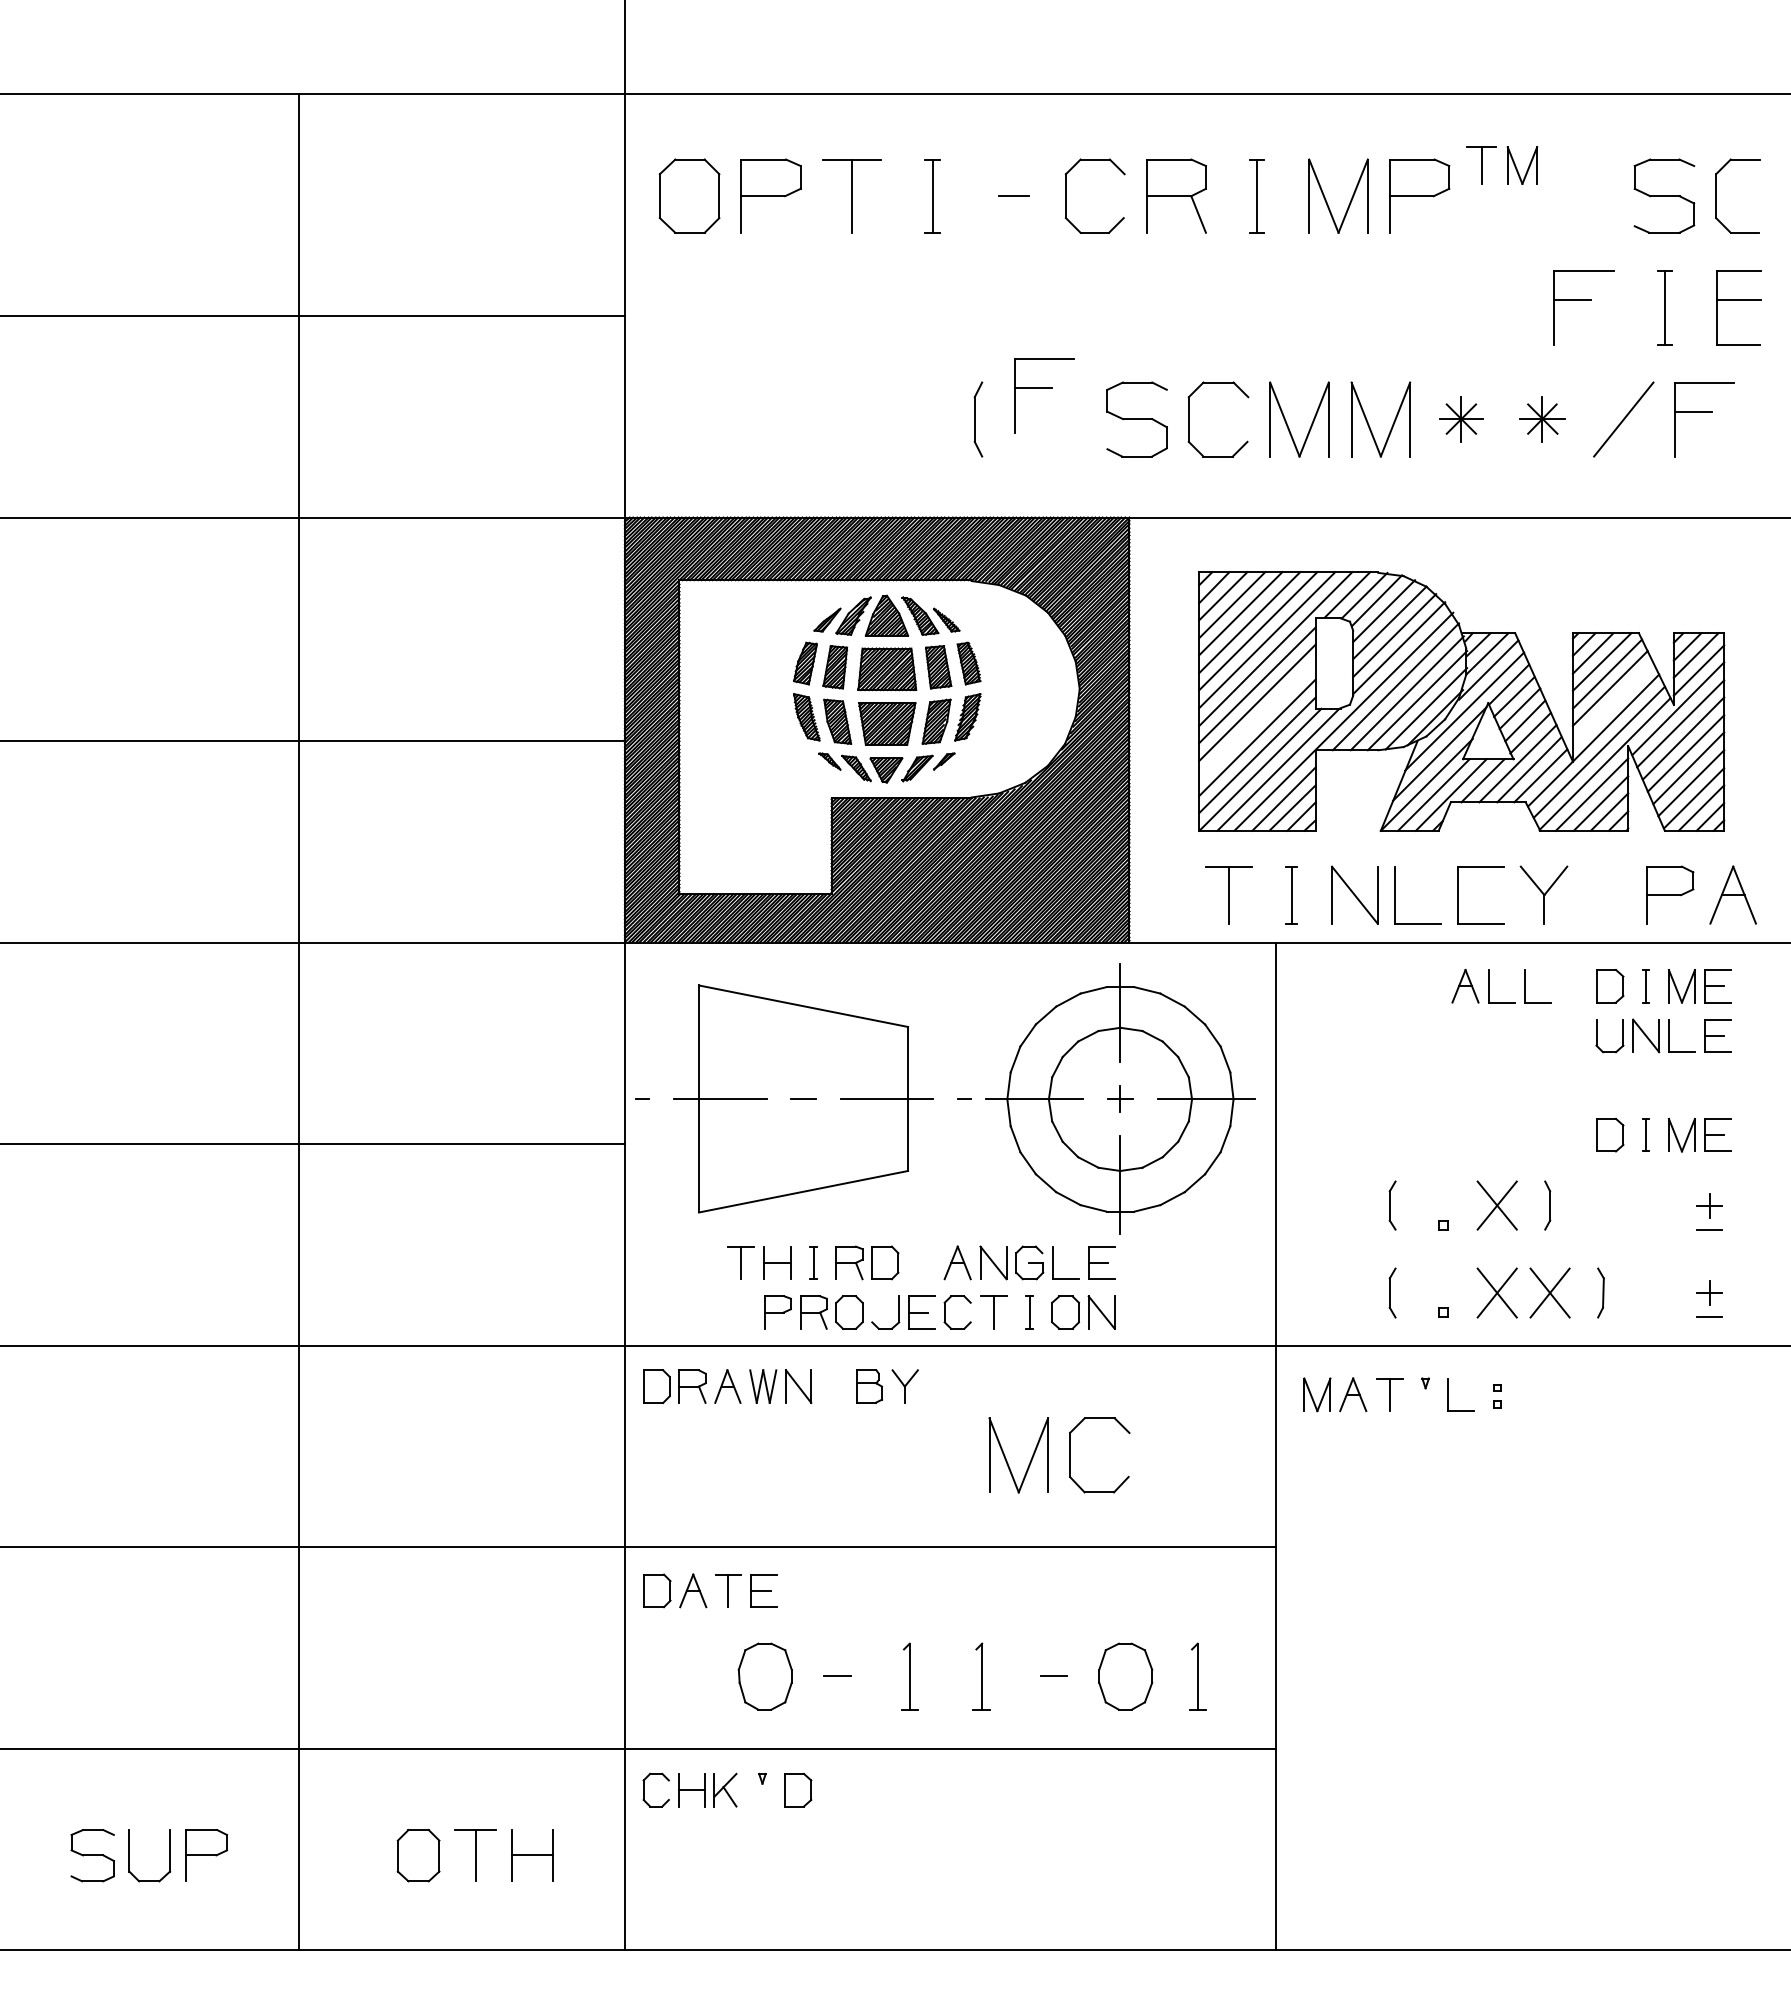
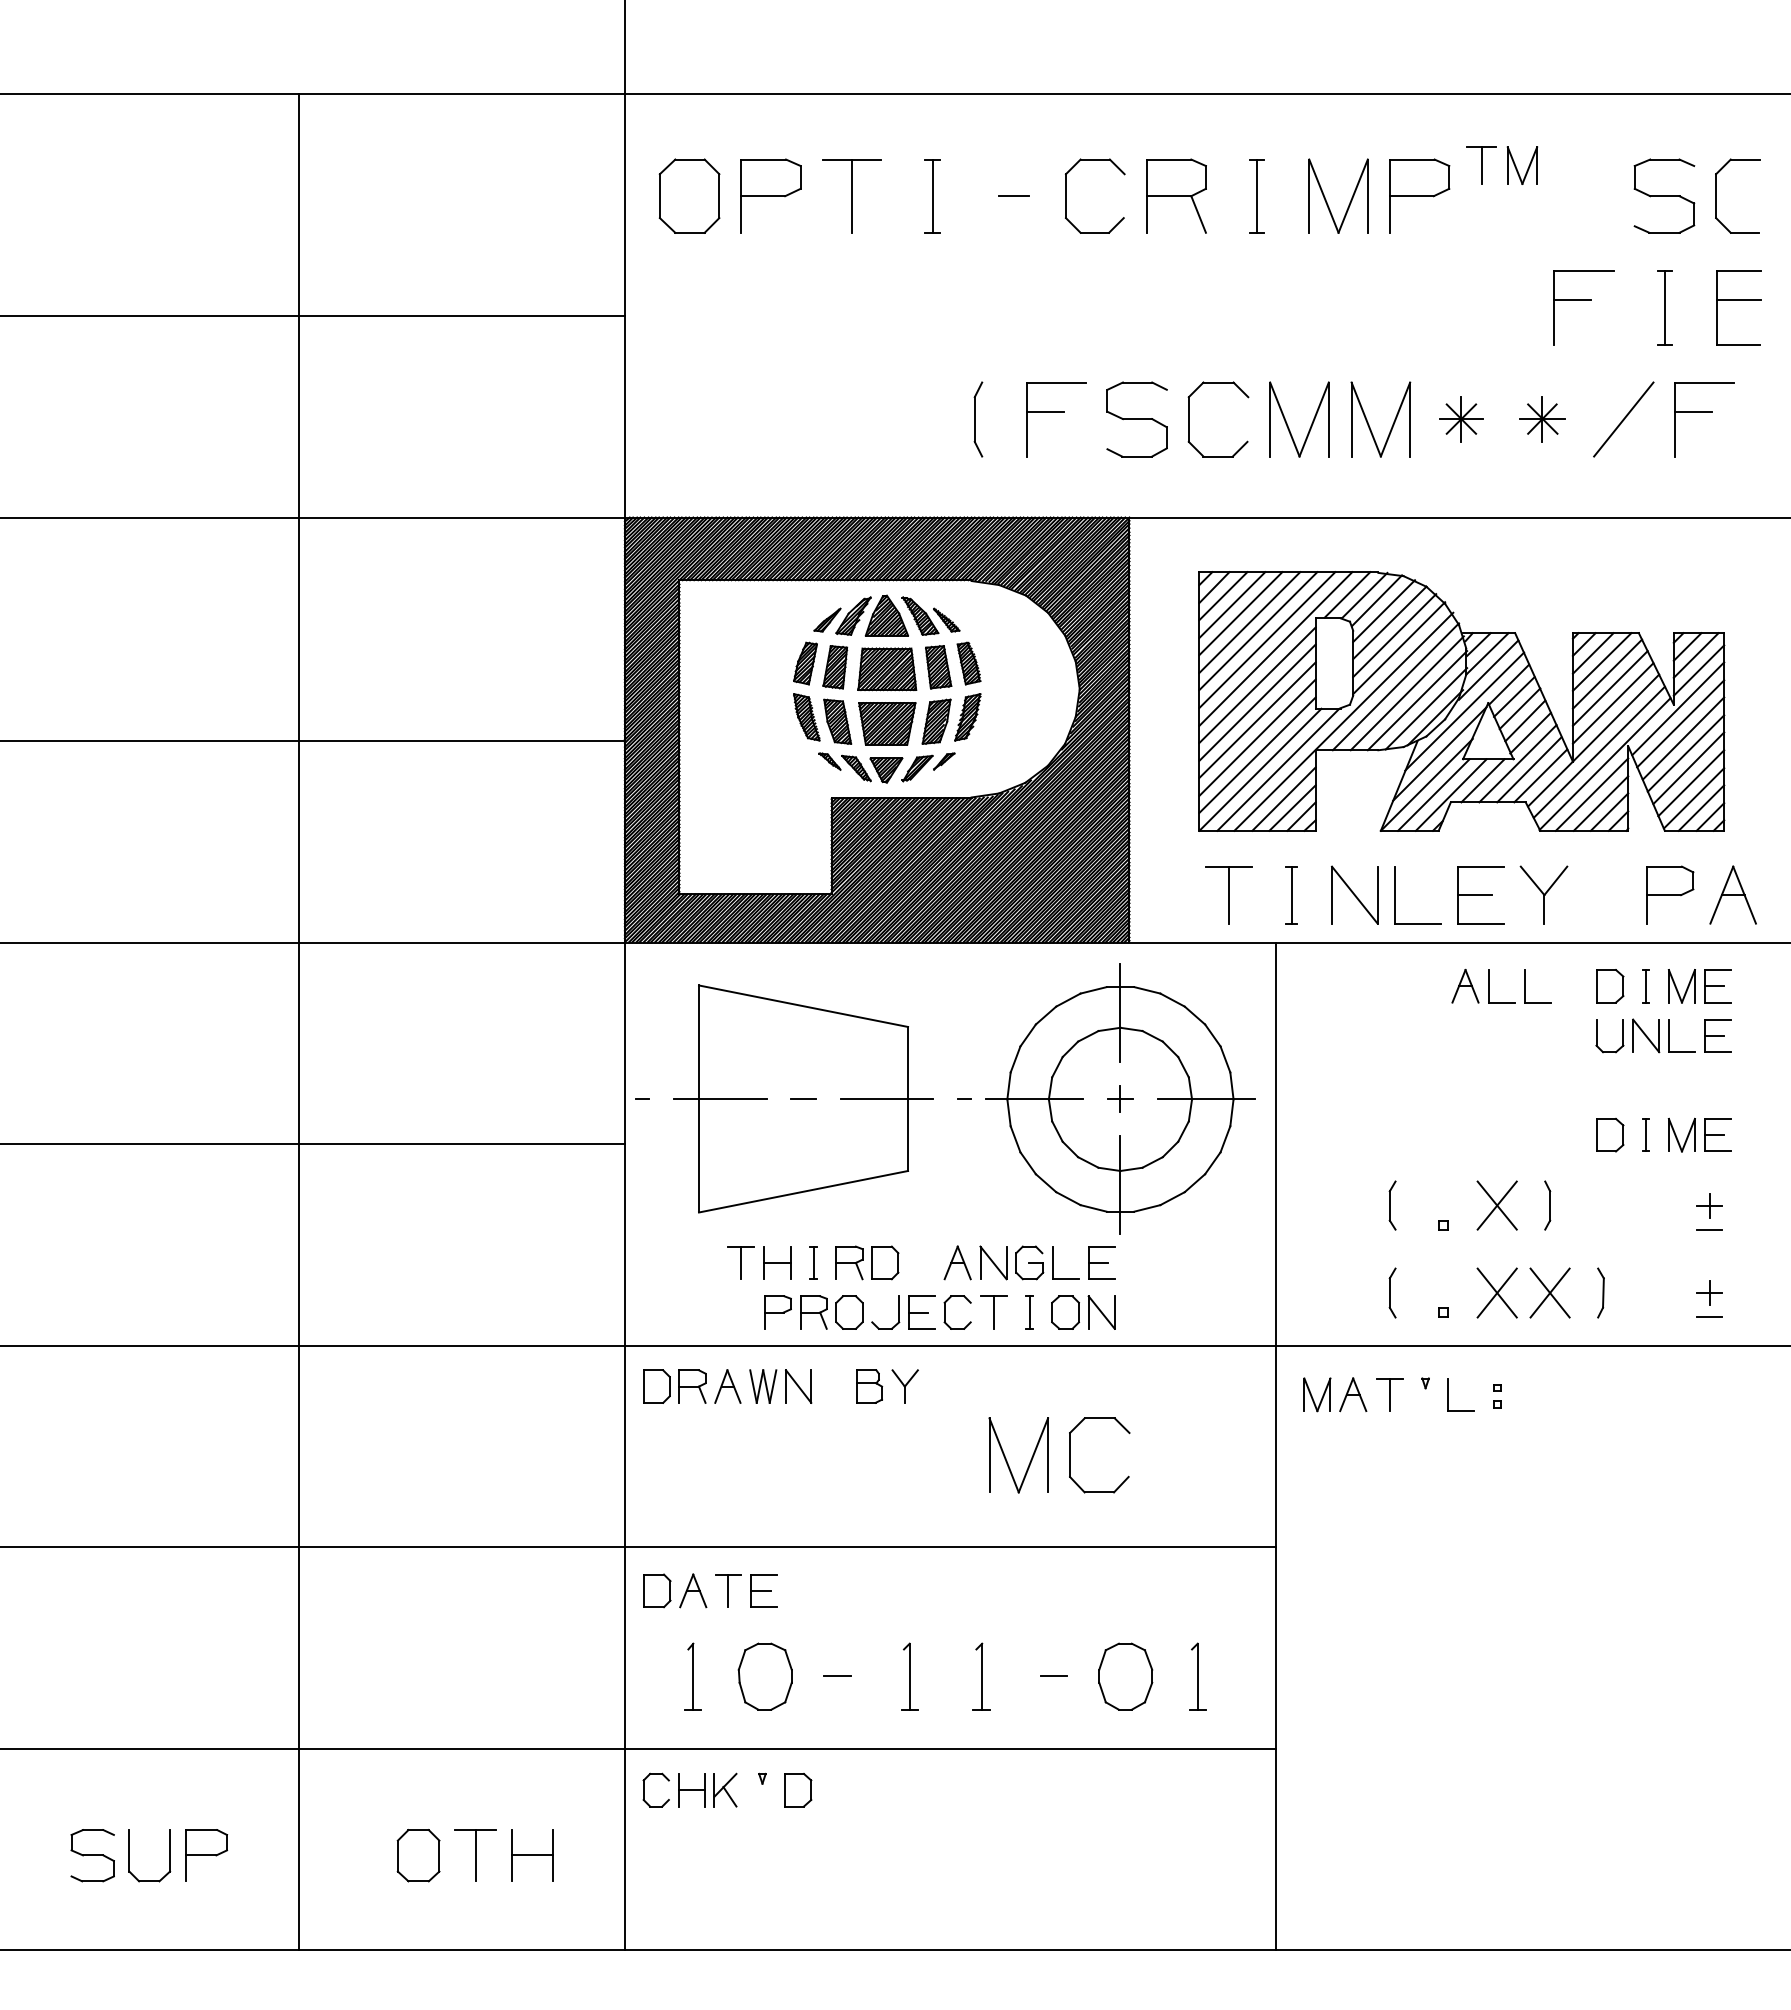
part at (1044, 388) position: (1044, 388) -> (1056, 412)
line at (1612, 703): none -> present
line at (1257, 719): none -> present
line at (1475, 895): none -> present
part at (692, 1676): none -> present
